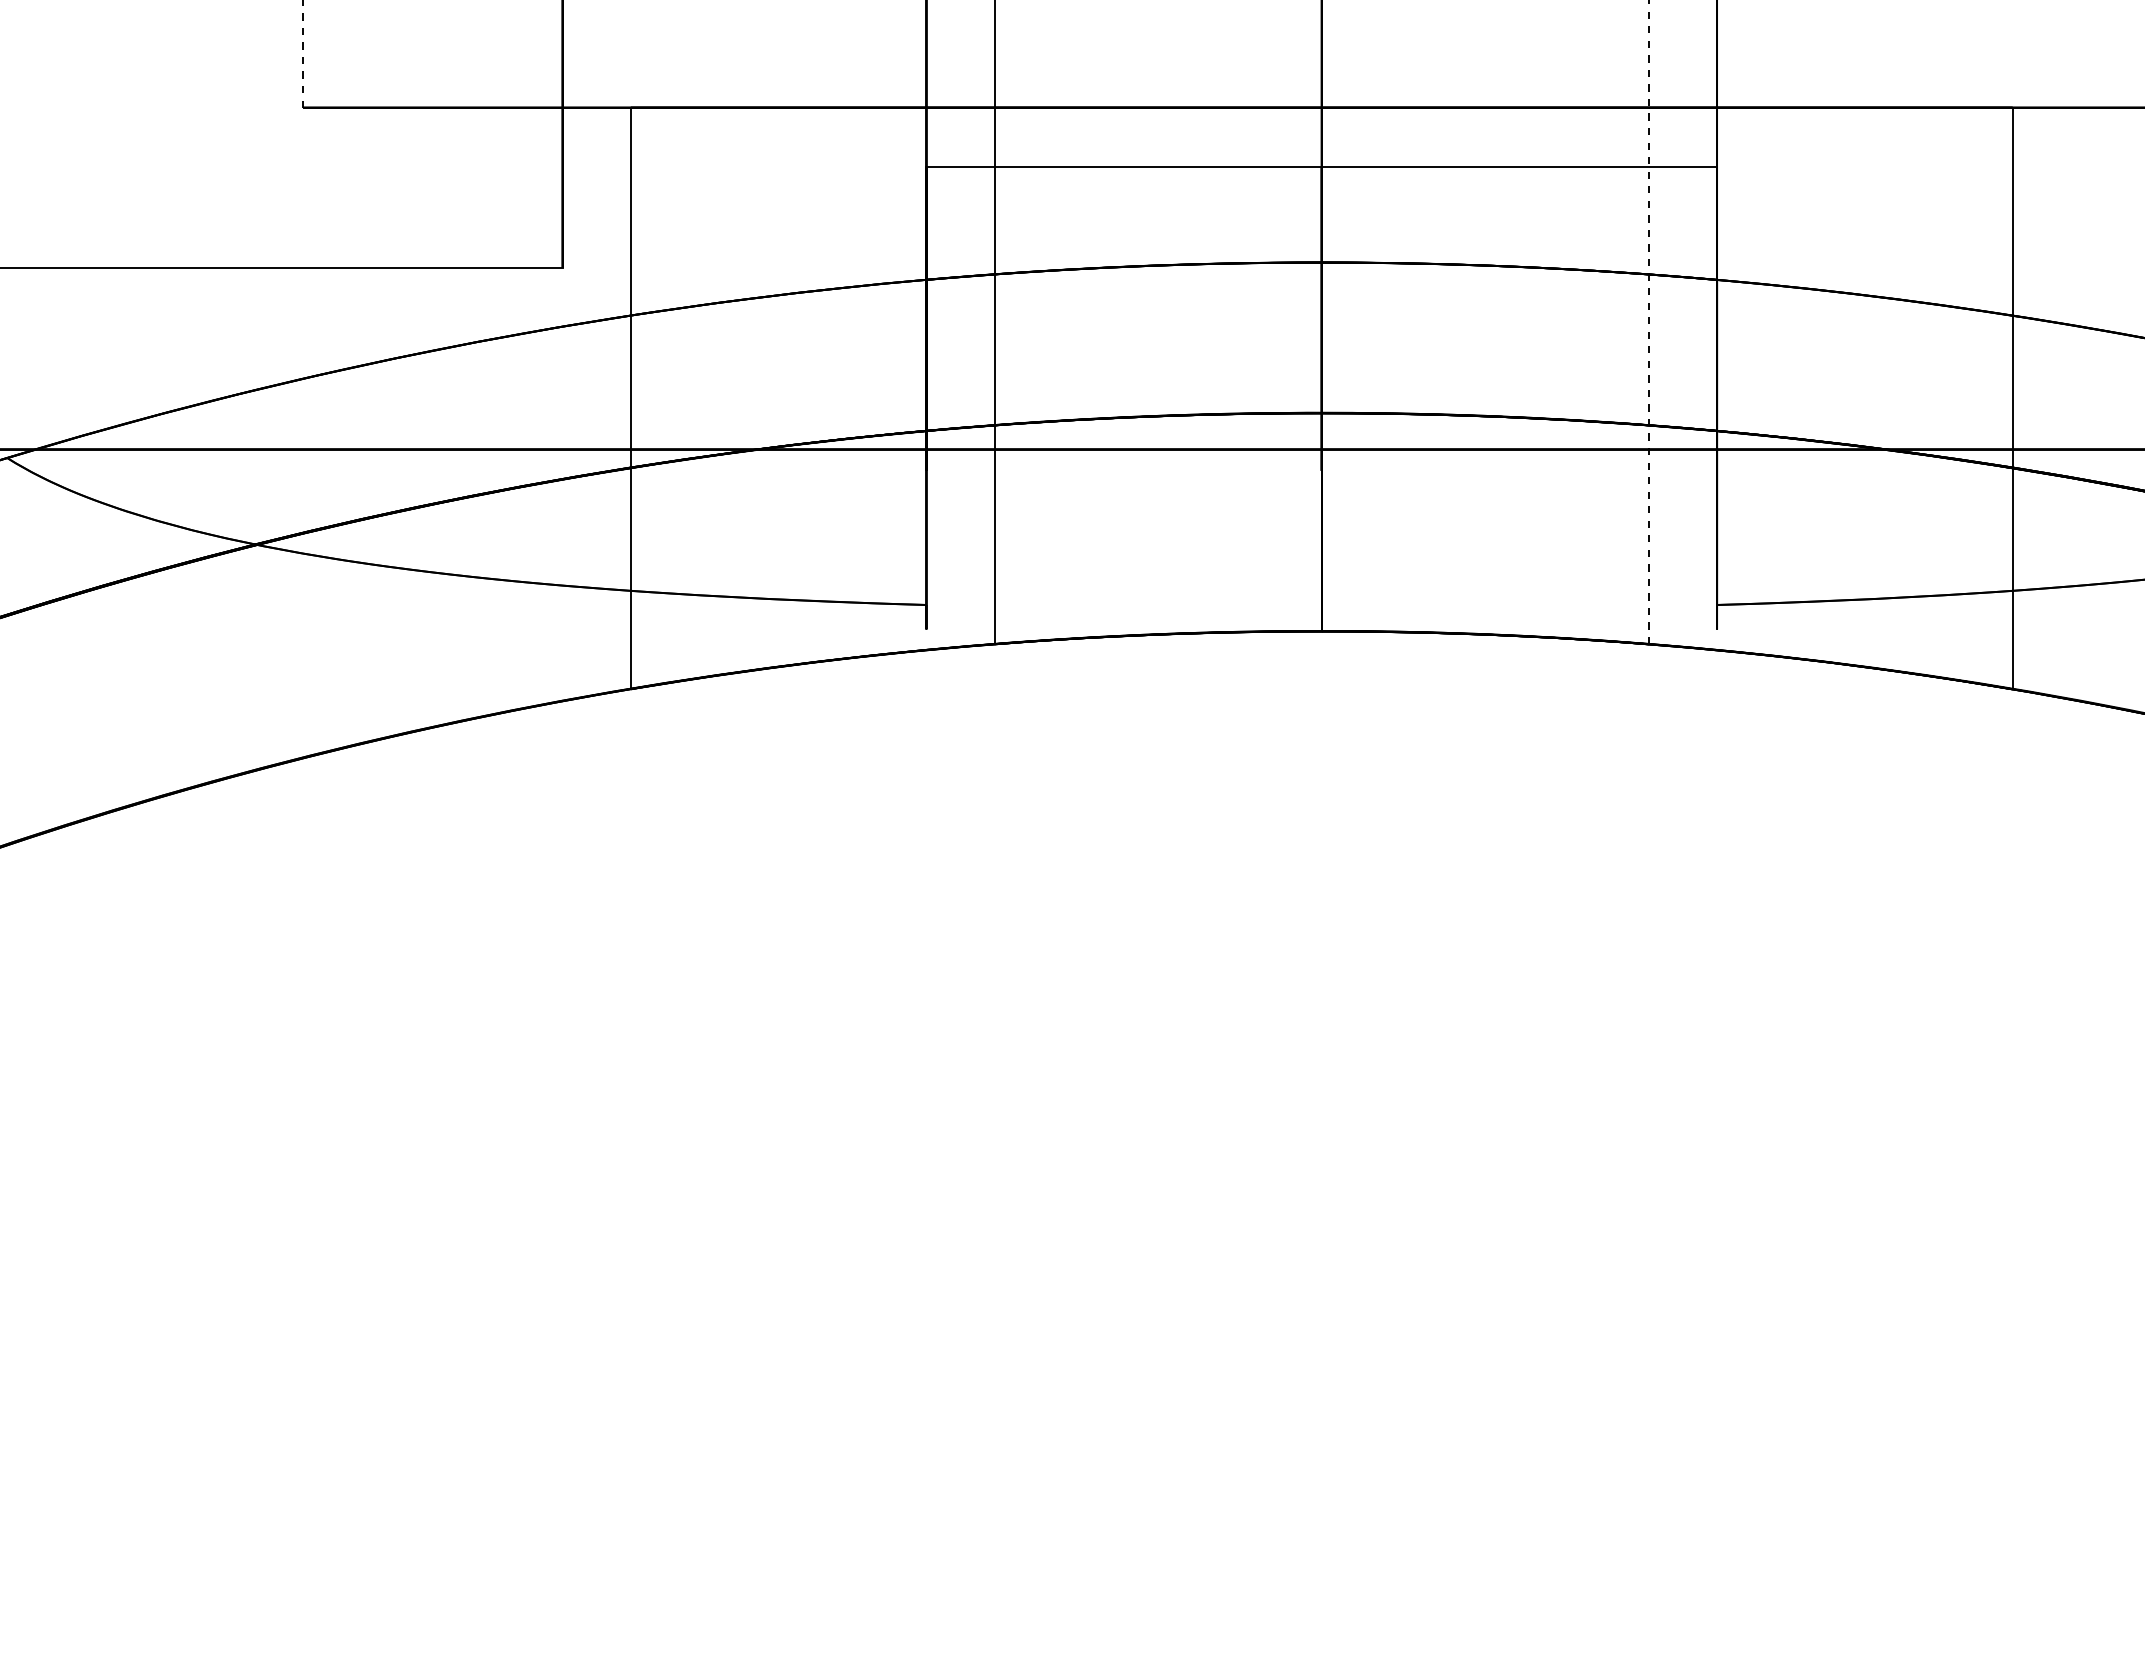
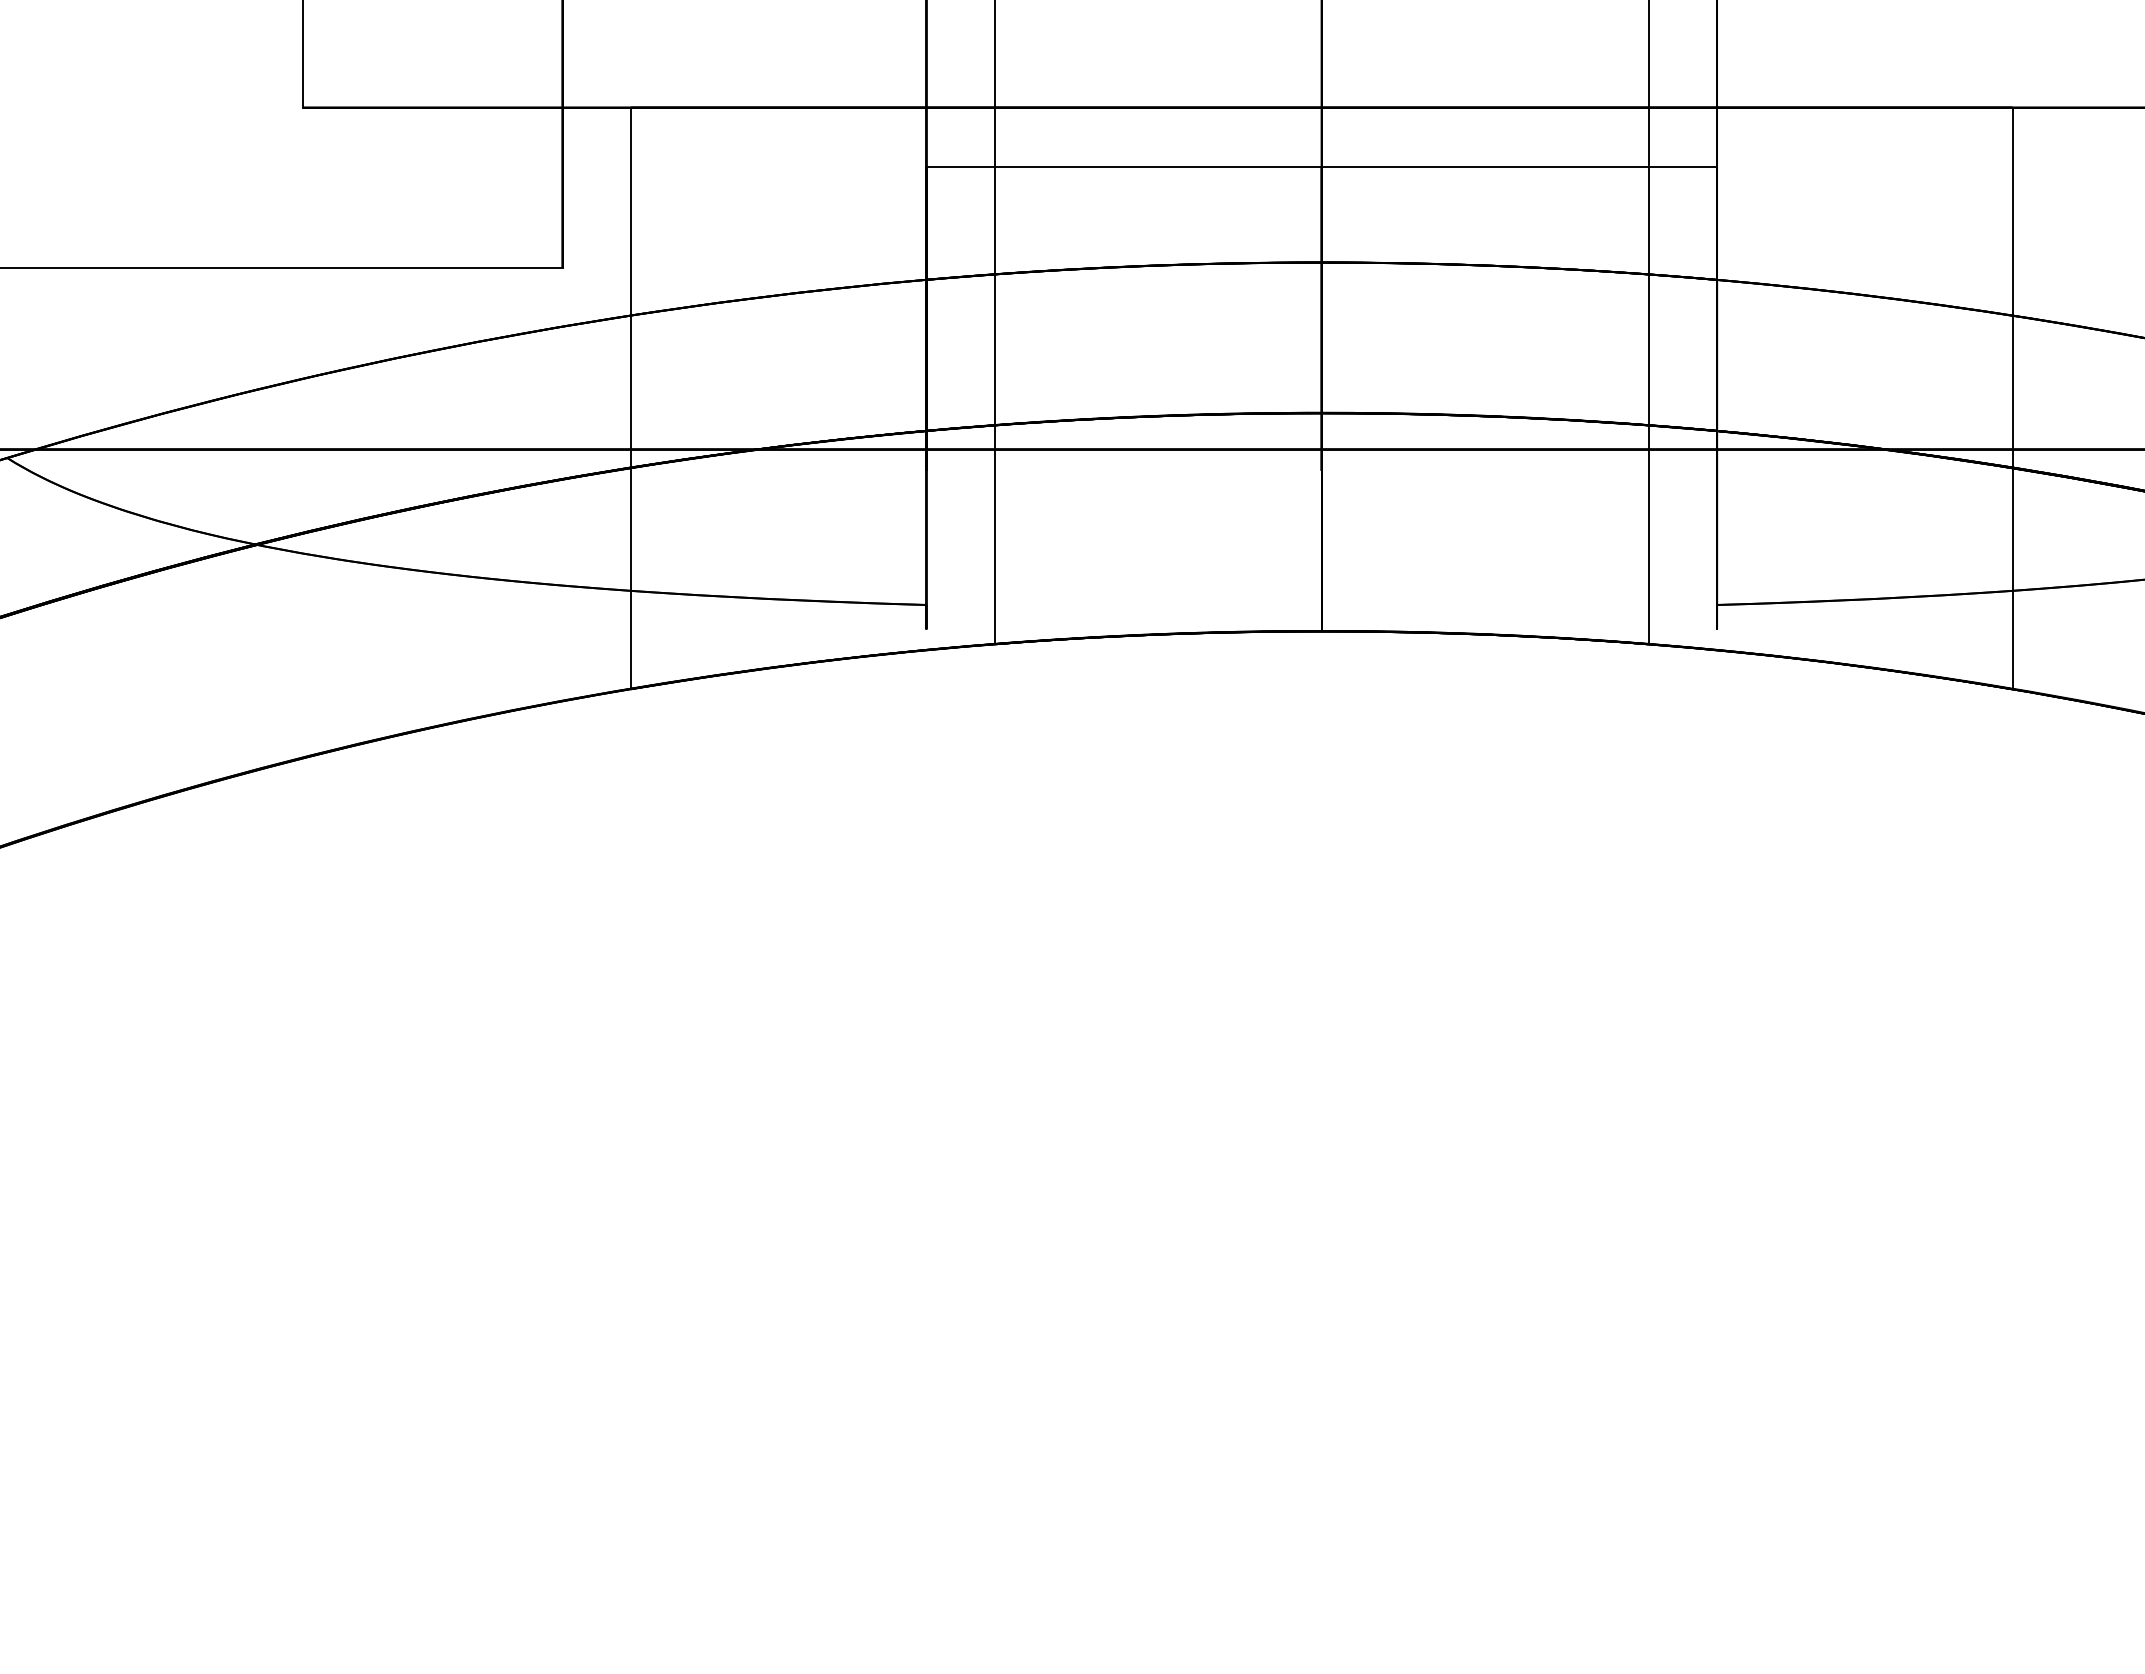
line at (303, 53): dashed -> solid
line at (1649, 322): dashed -> solid
